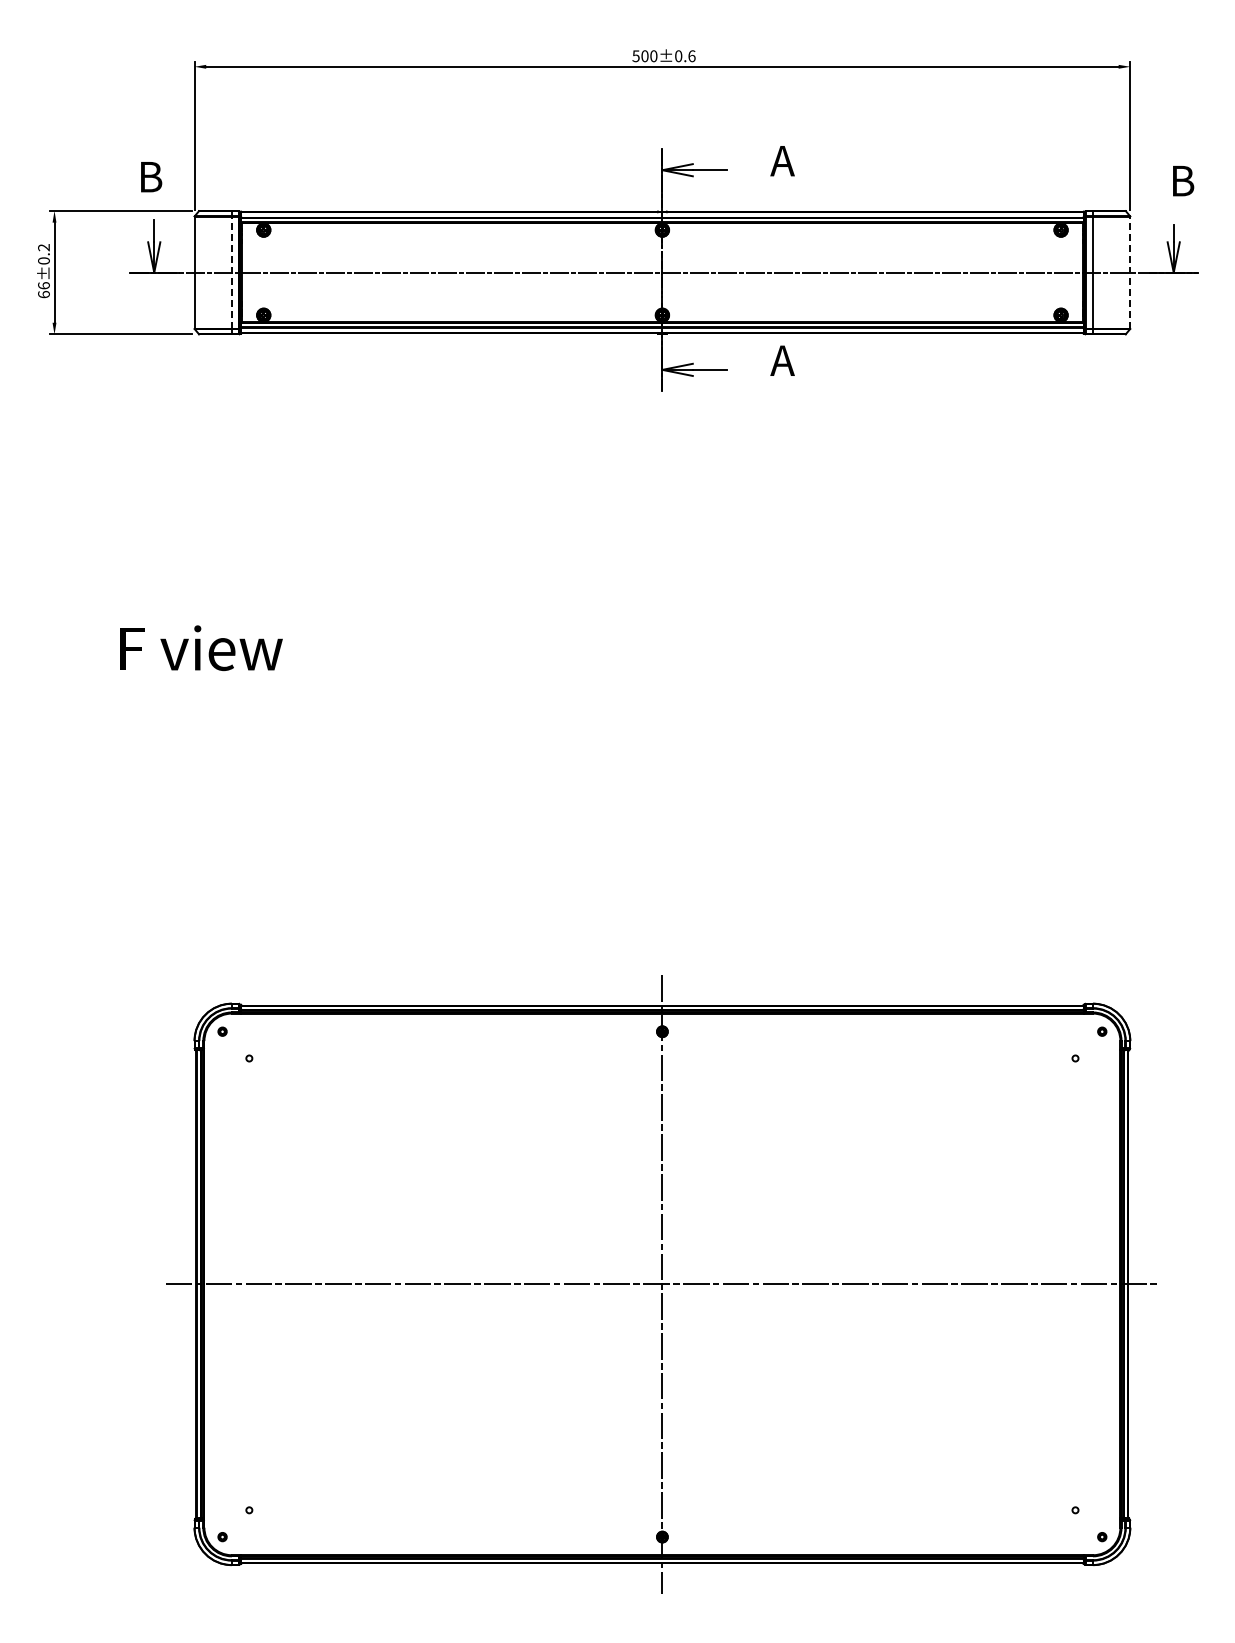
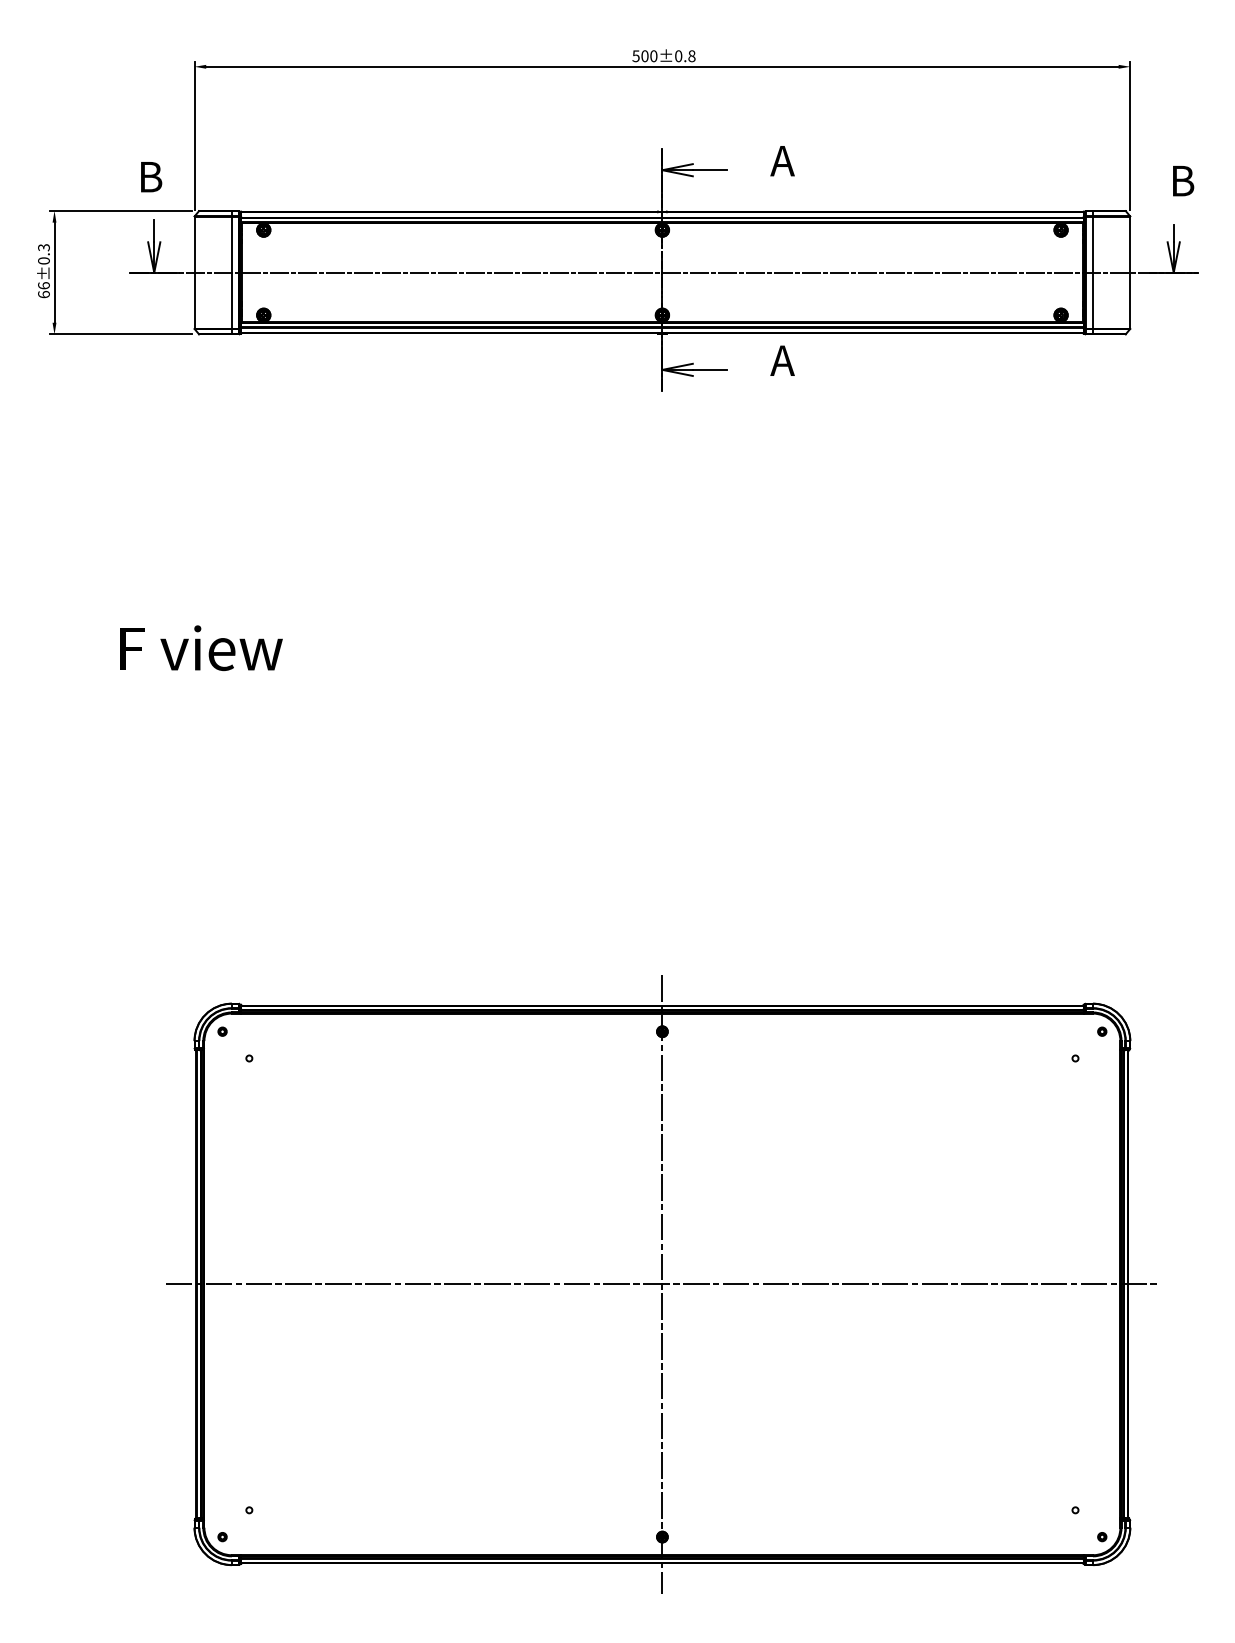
text at (691, 56): 500±0.6 -> 500±0.8
text at (43, 247): 66±0.2 -> 66±0.3
line at (231, 272): dashed -> solid
line at (1130, 272): dashed -> solid
